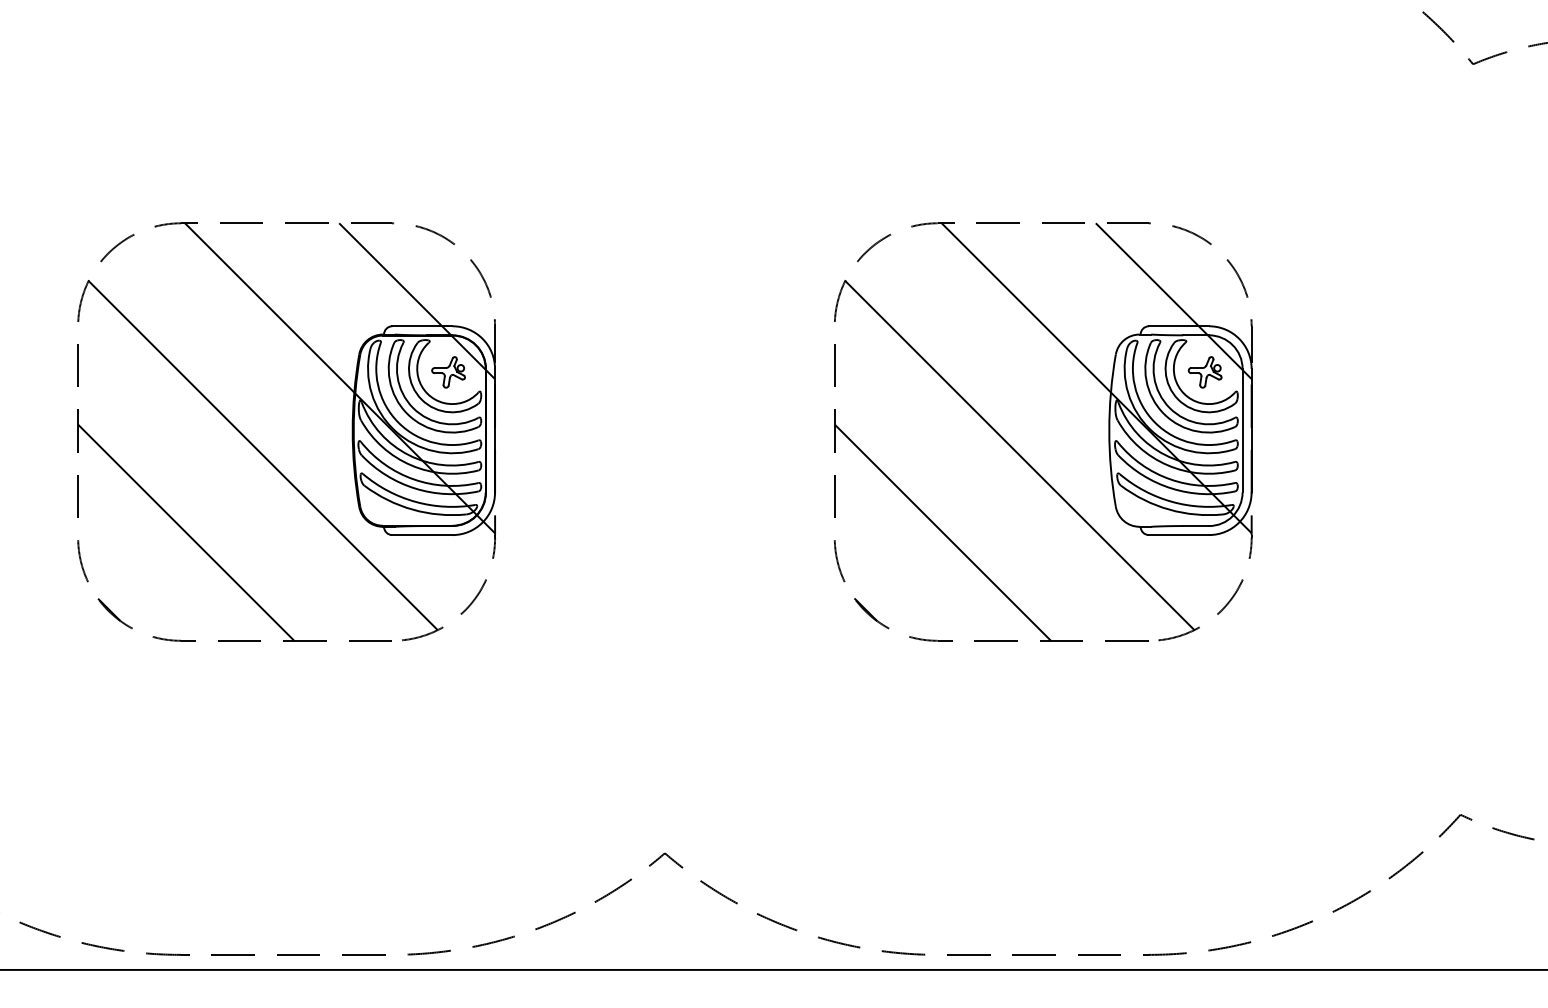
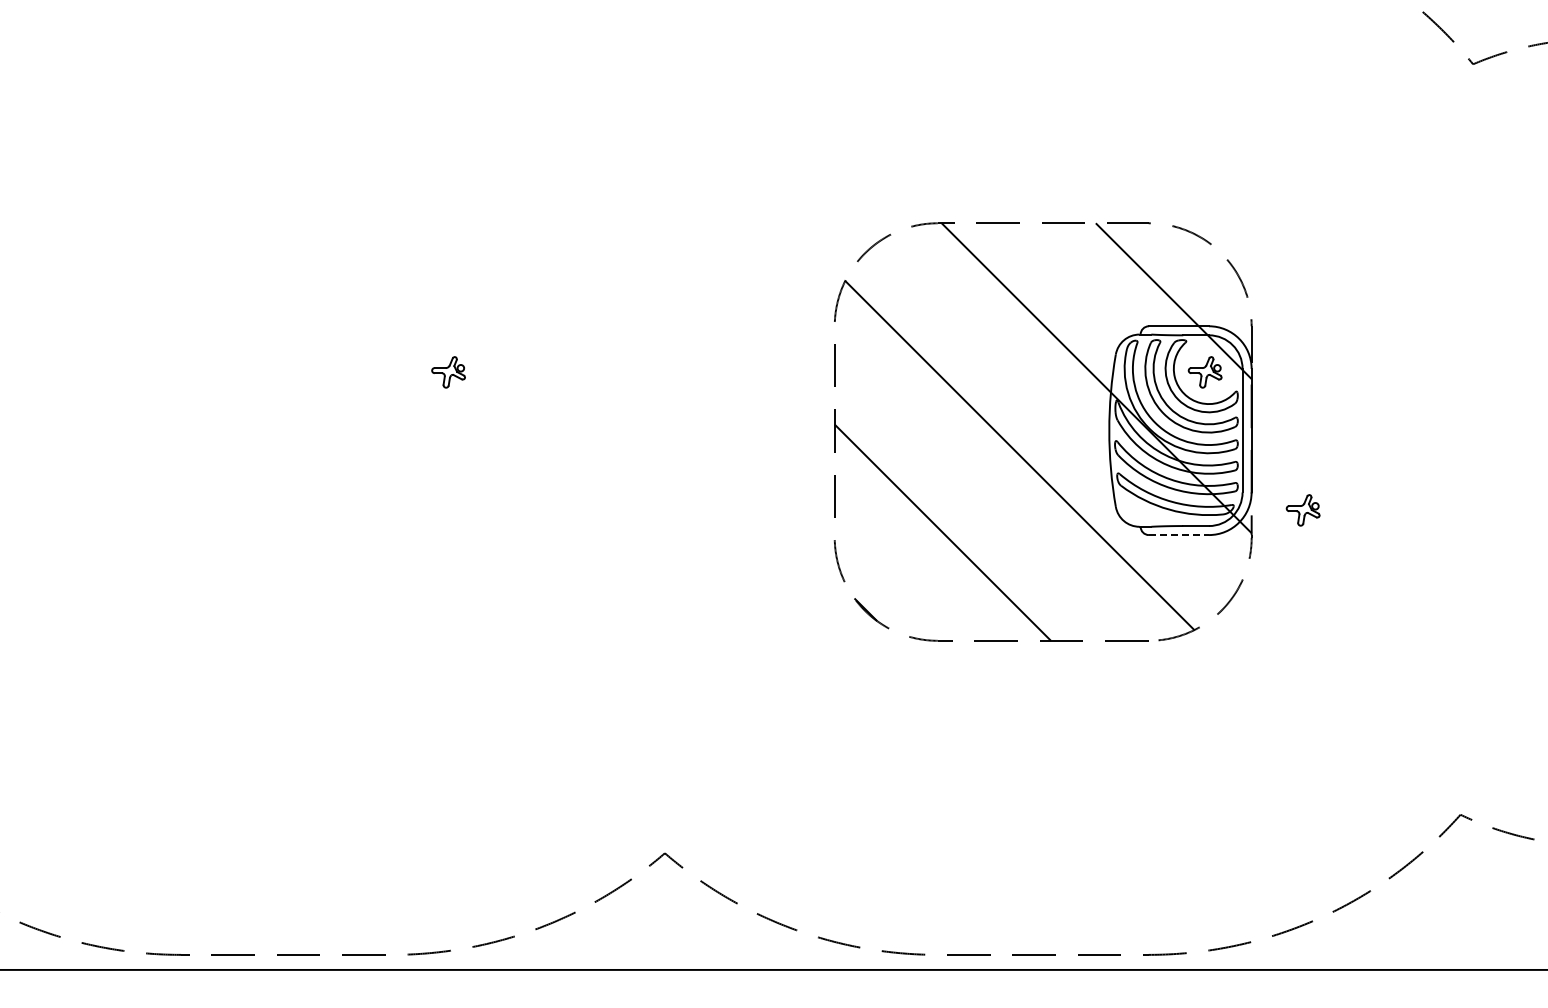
part at (263, 454): present -> none
part at (1302, 510): none -> present
line at (1179, 535): solid -> dashed
